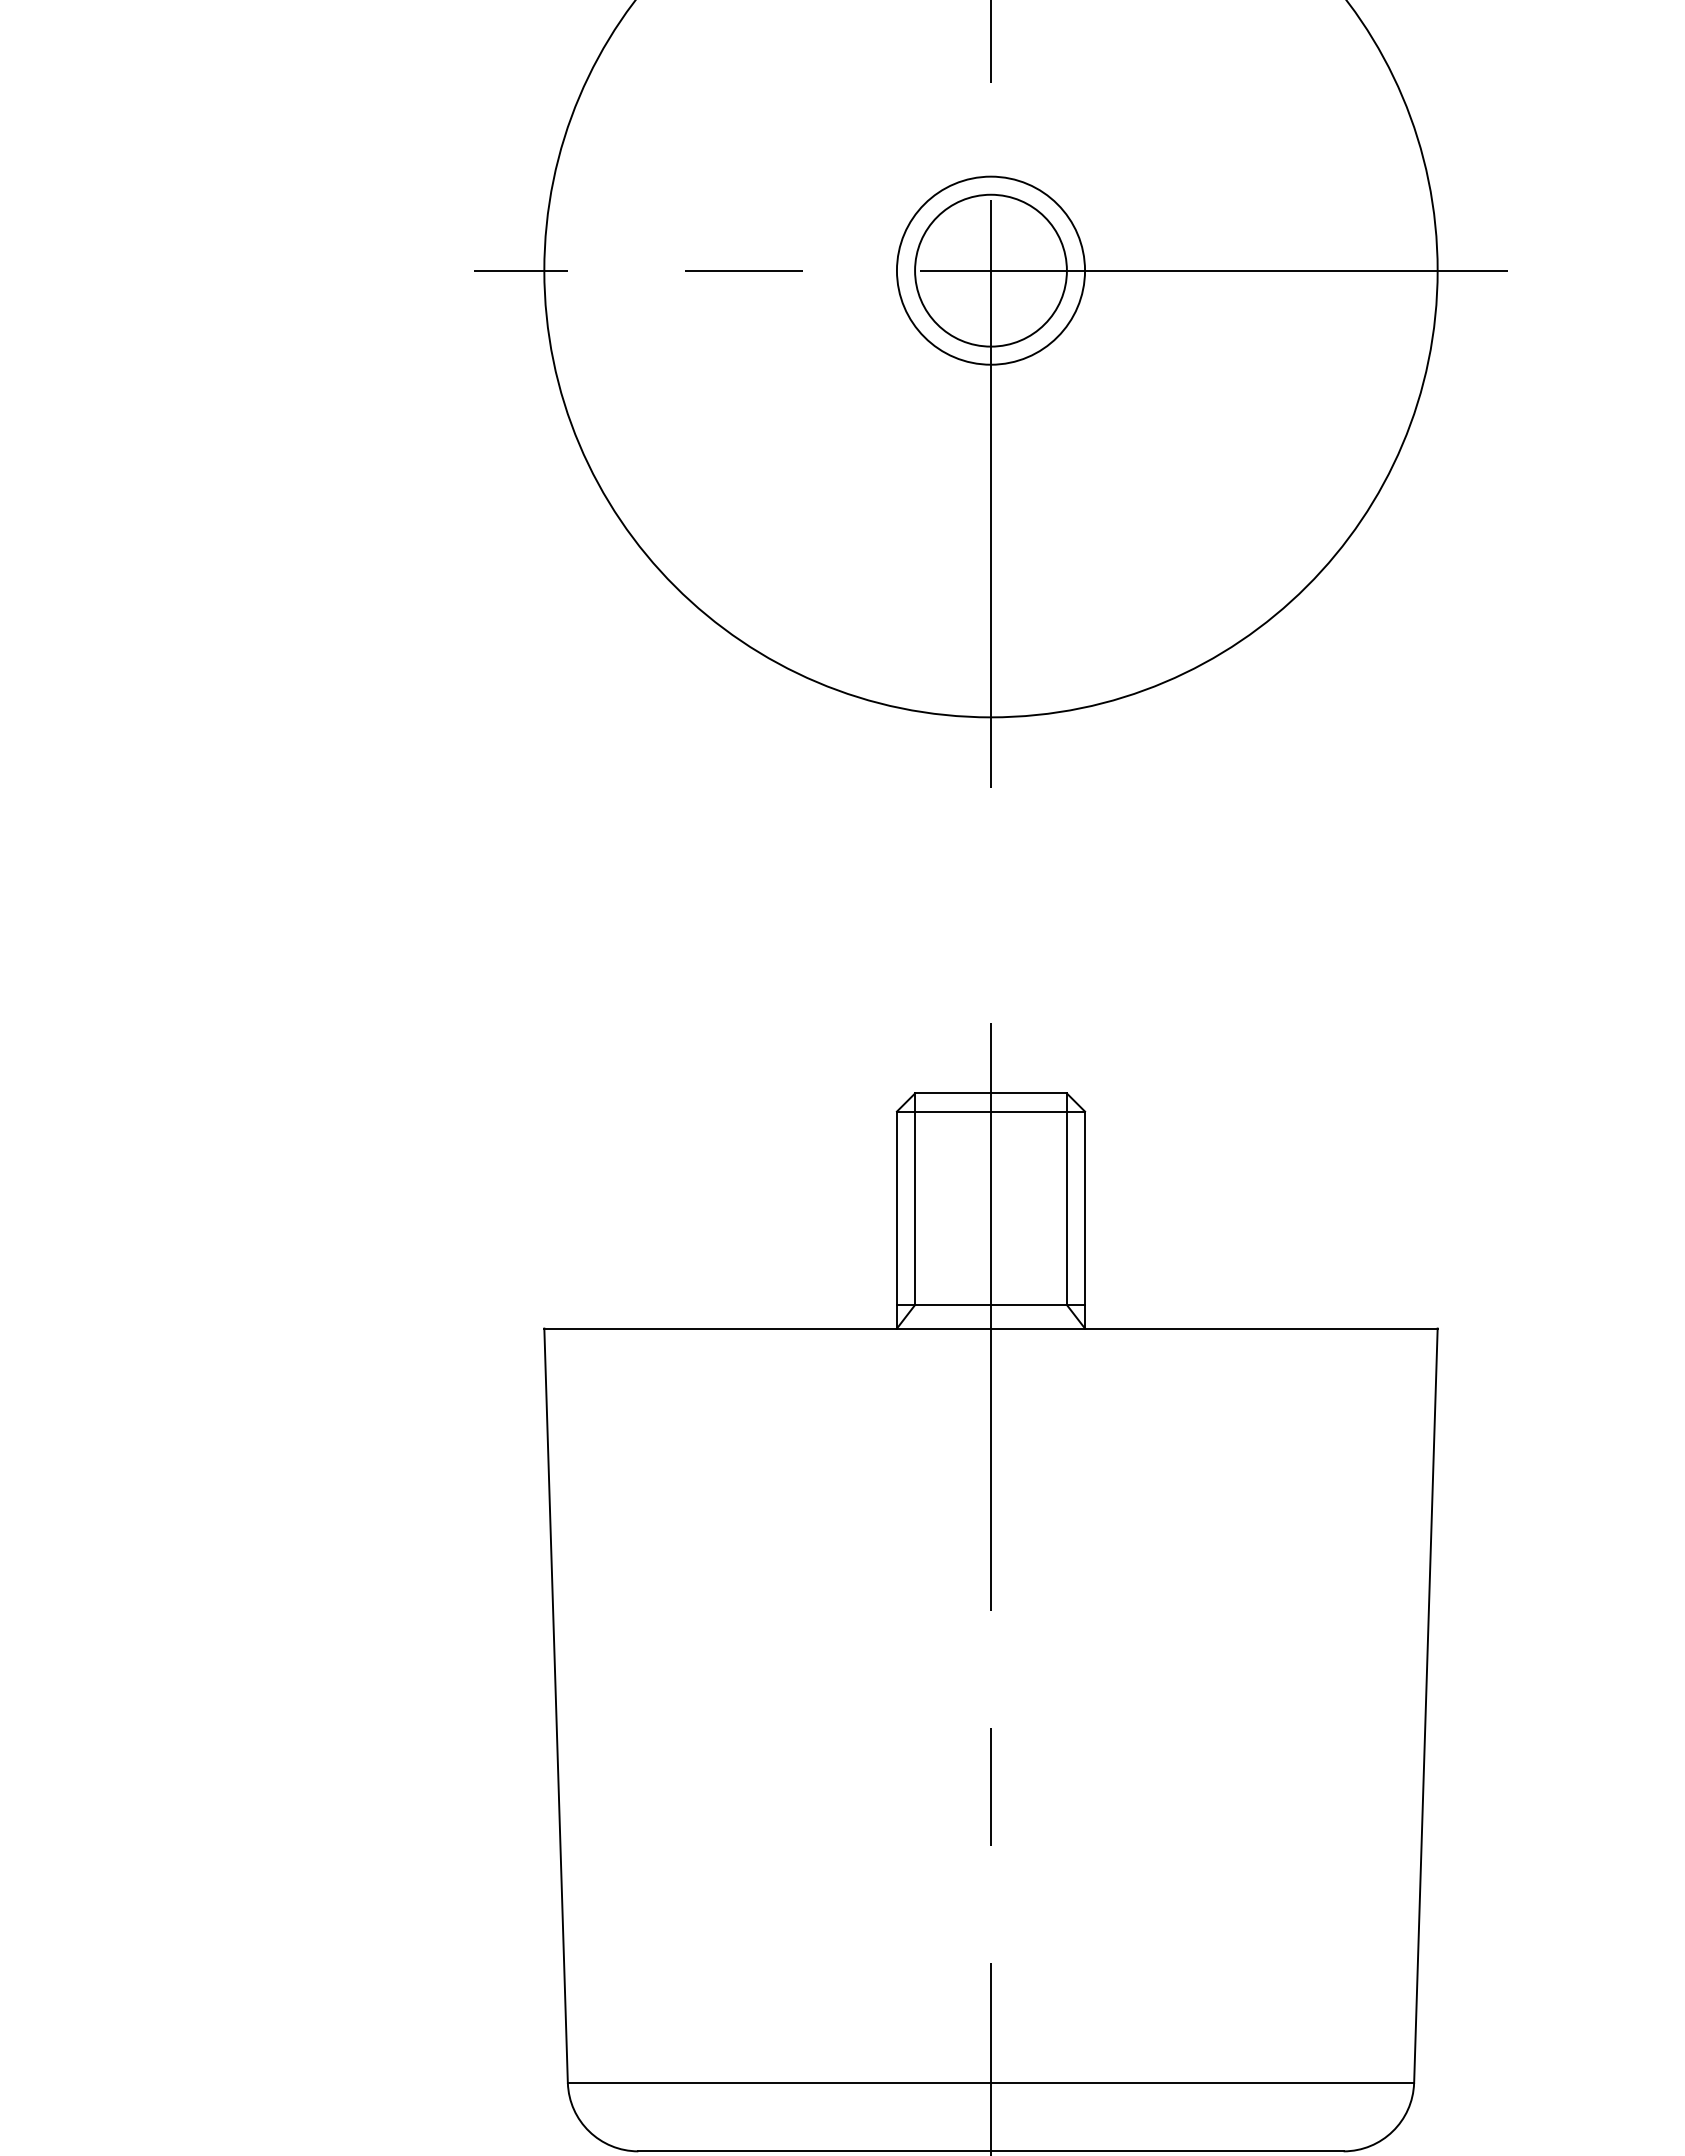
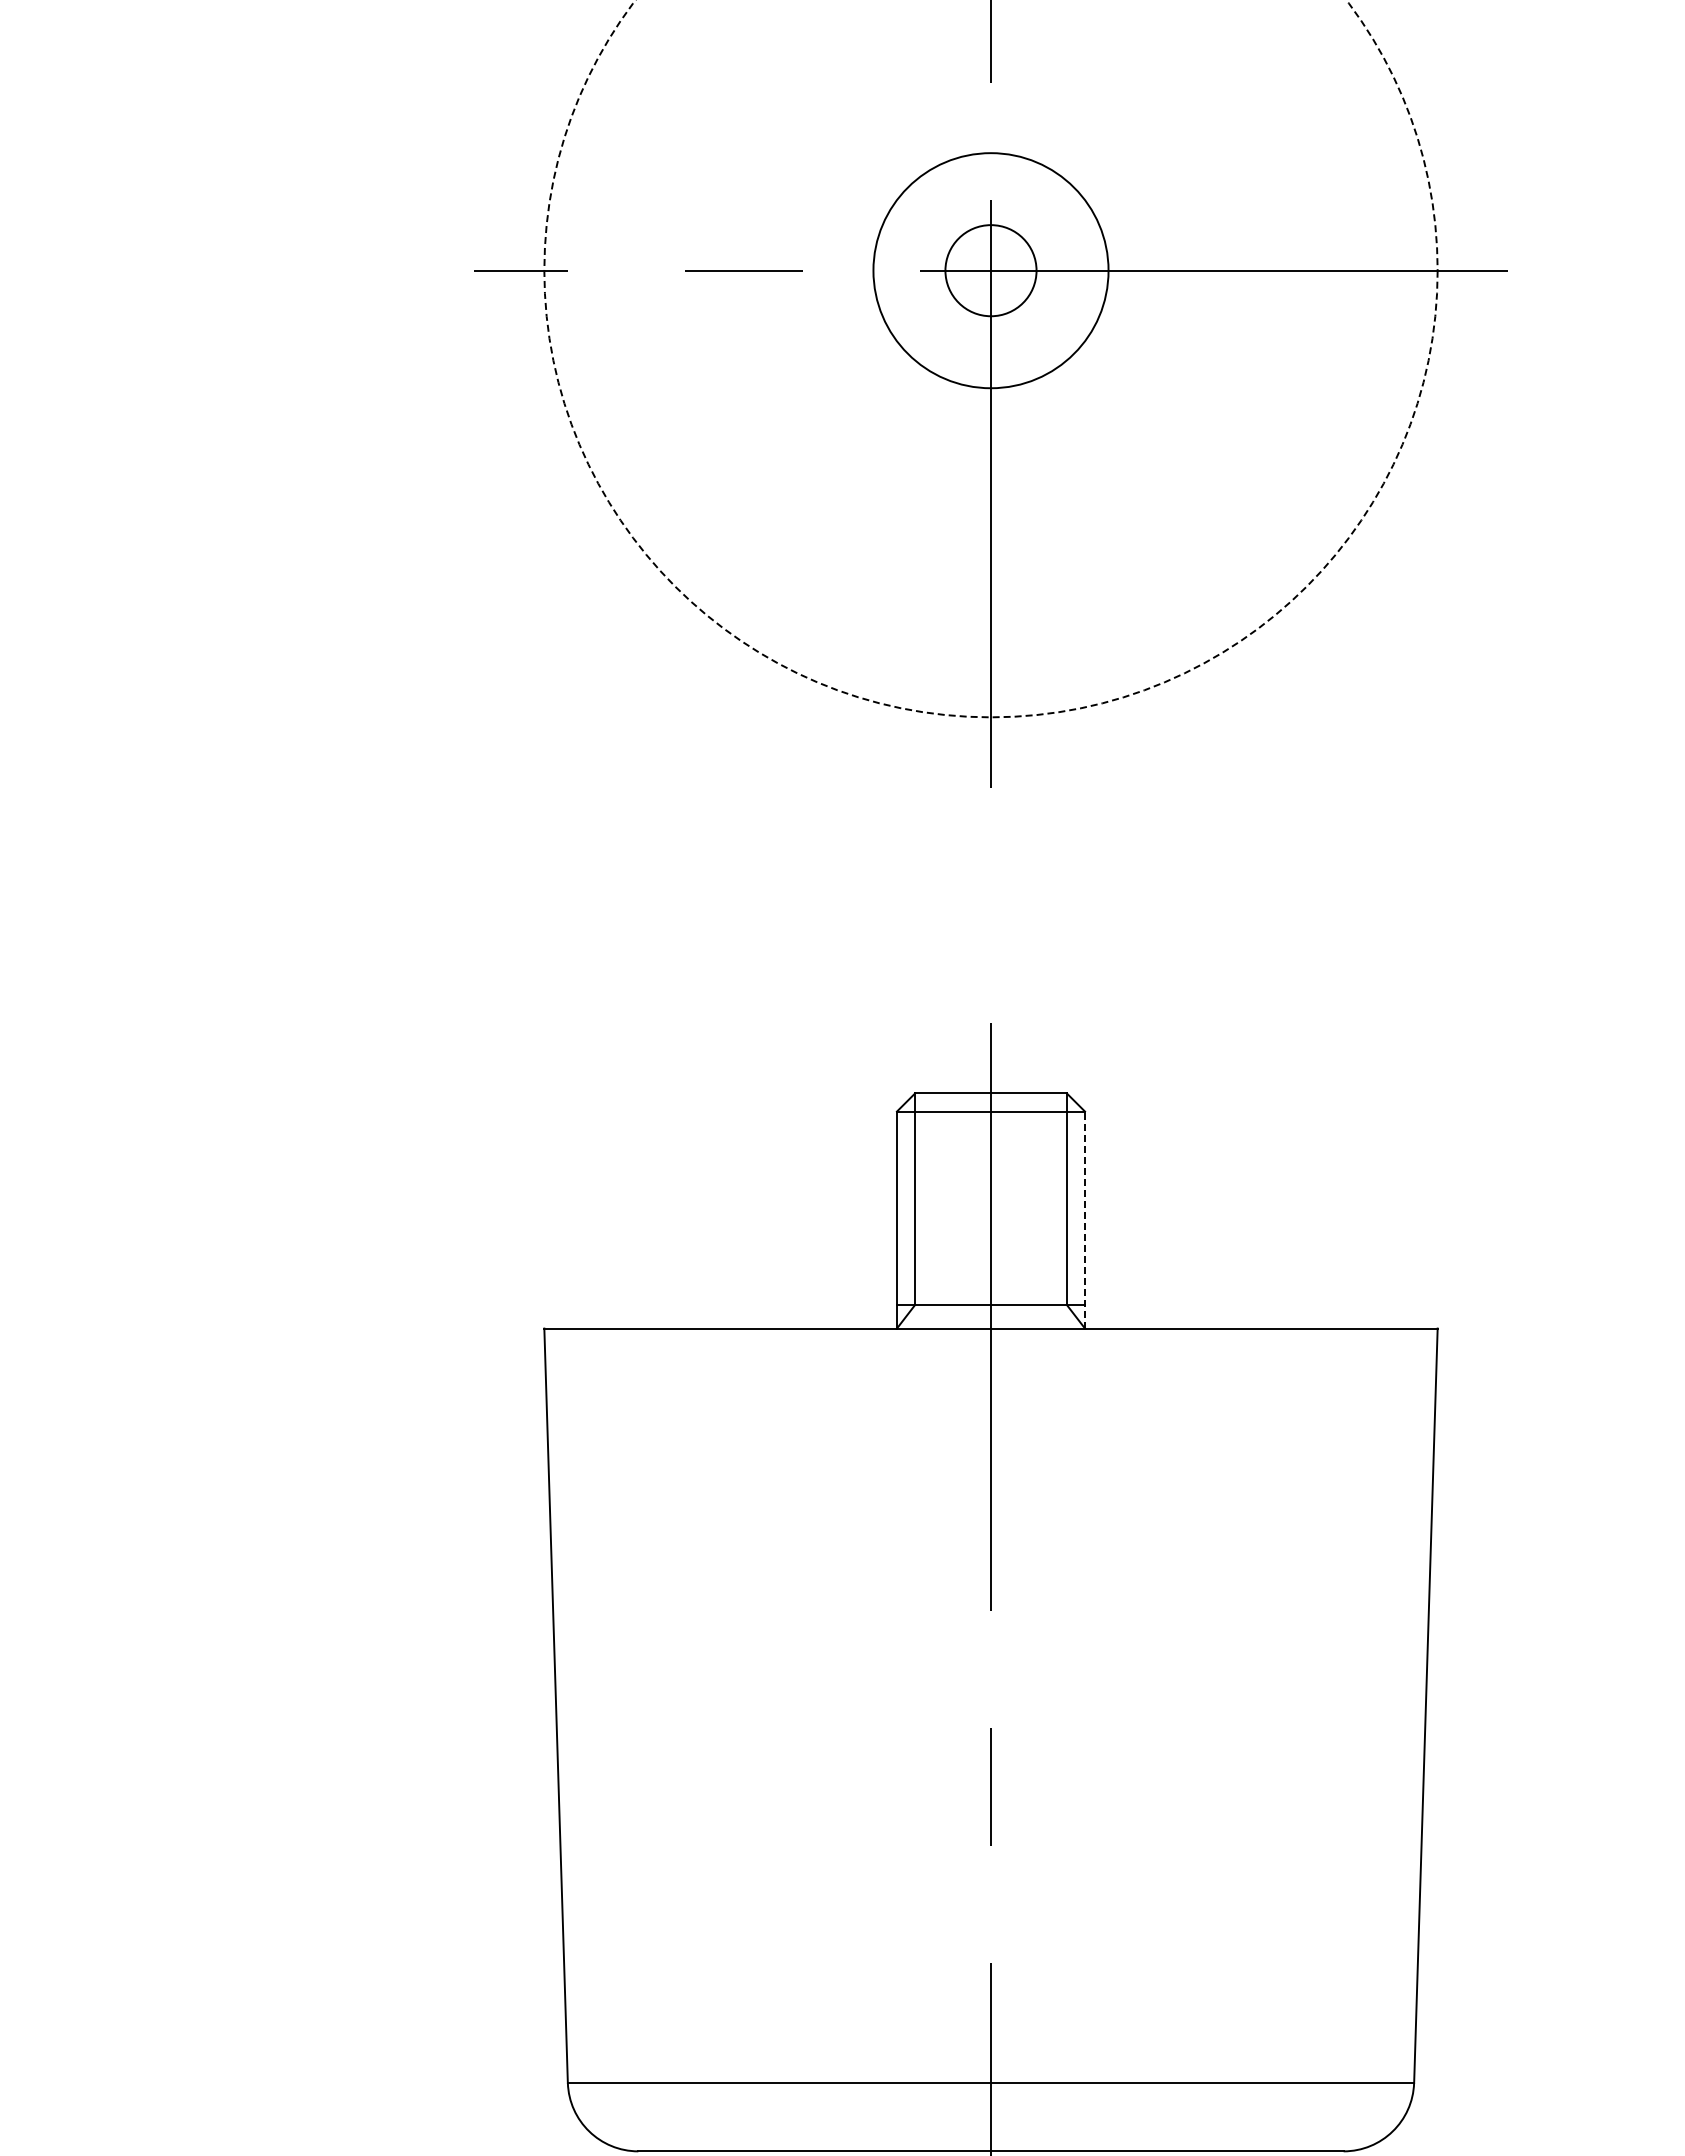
circle at (990, 270) diameter: 152 px -> 91 px
circle at (990, 270) diameter: 188 px -> 235 px
circle at (990, 358): solid -> dashed
line at (1085, 1219): solid -> dashed
